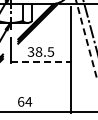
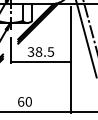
line at (86, 38): dashed -> solid
line at (41, 61): dashed -> solid
text at (28, 101): 64 -> 60
